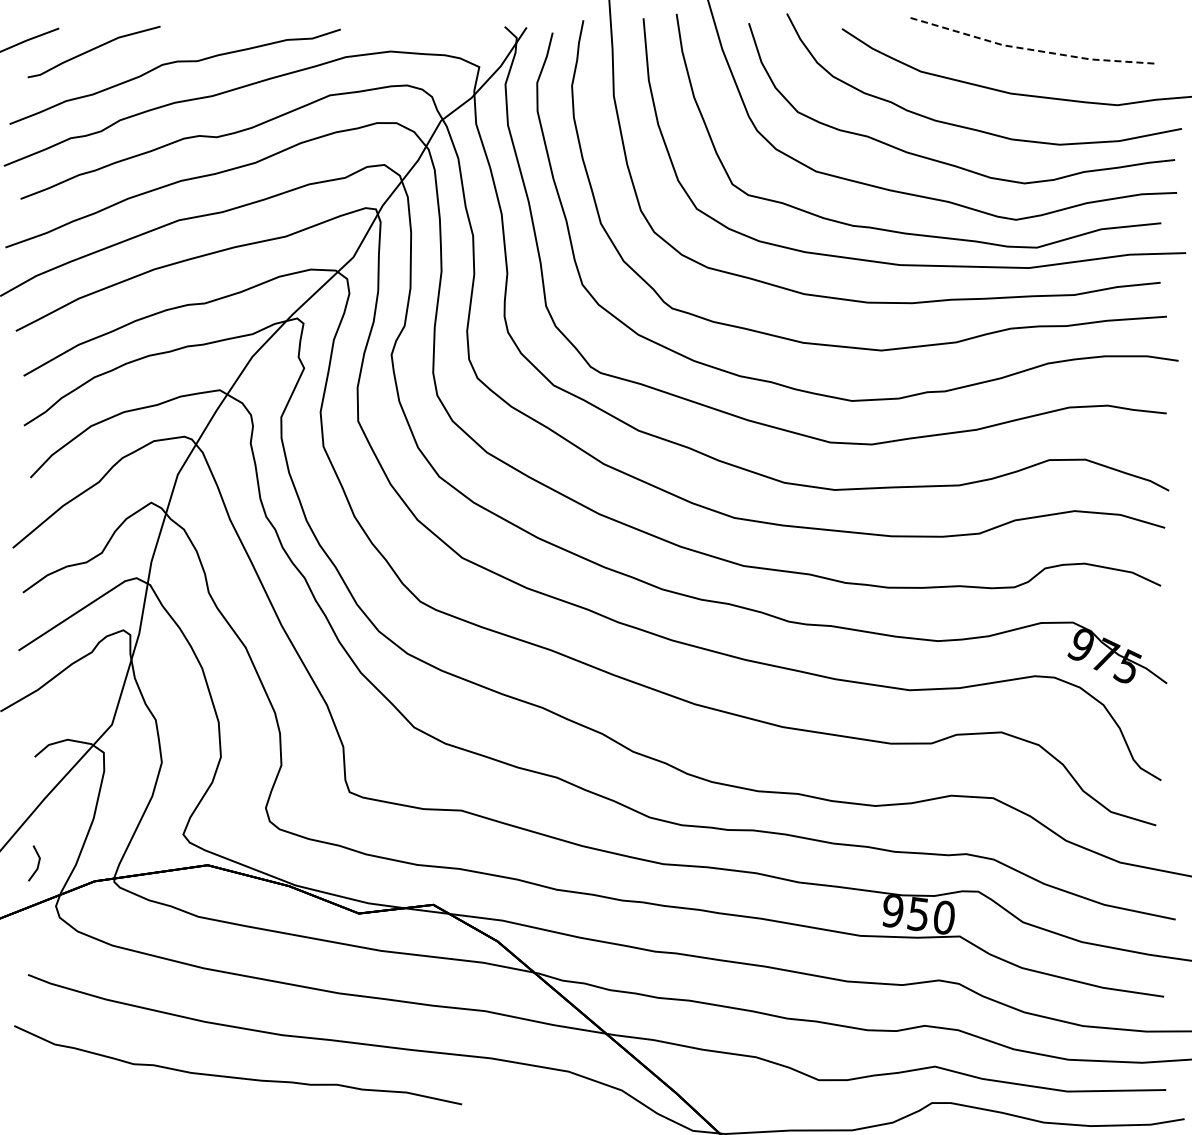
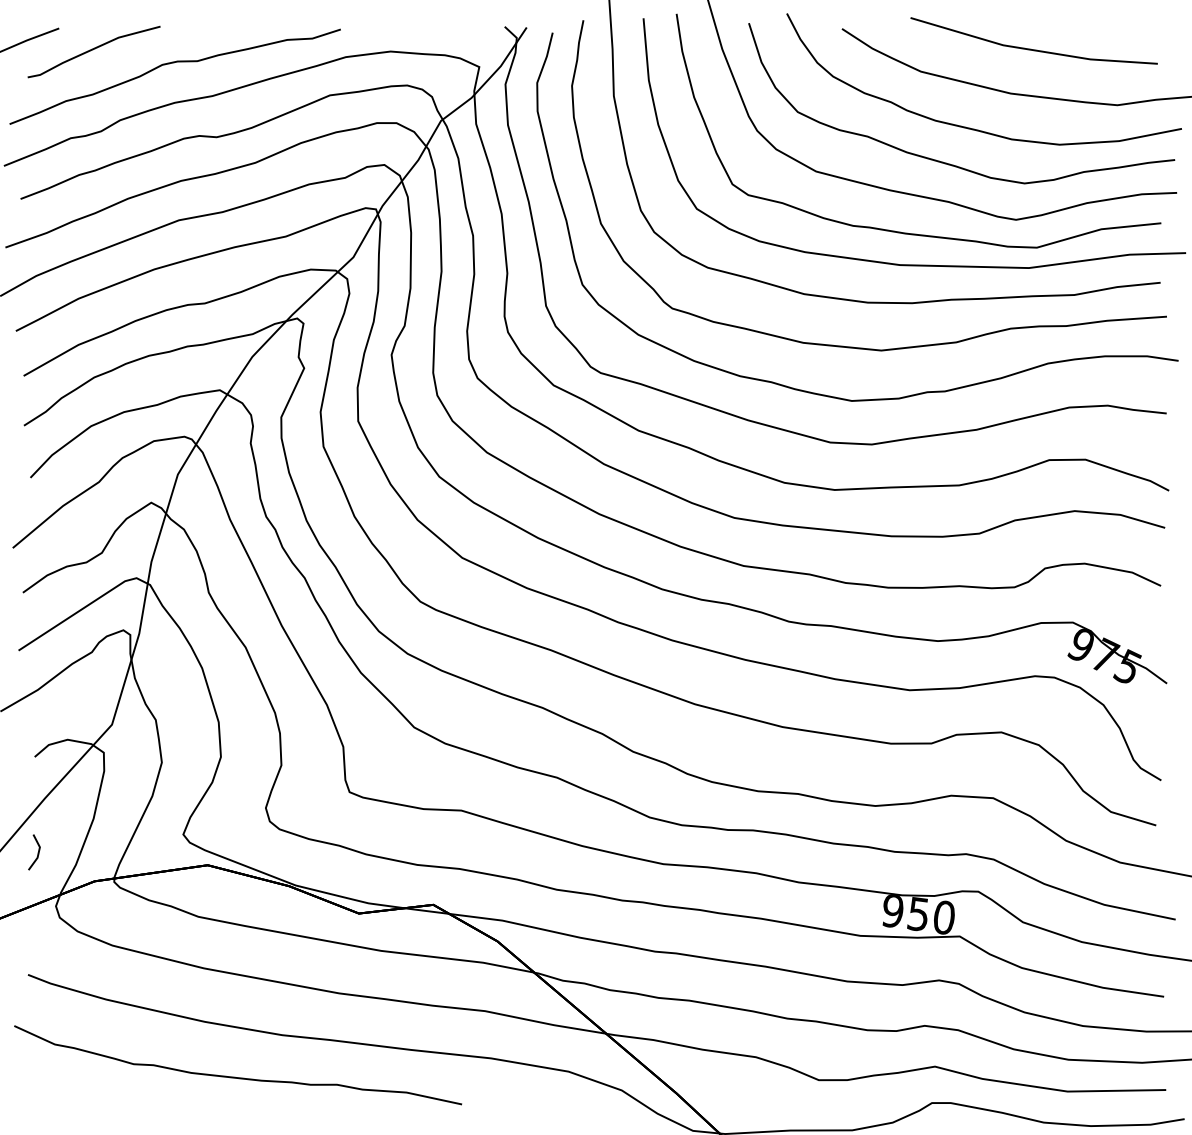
line at (1032, 50): dashed -> solid
line at (37, 863) position: (37, 863) -> (37, 852)
